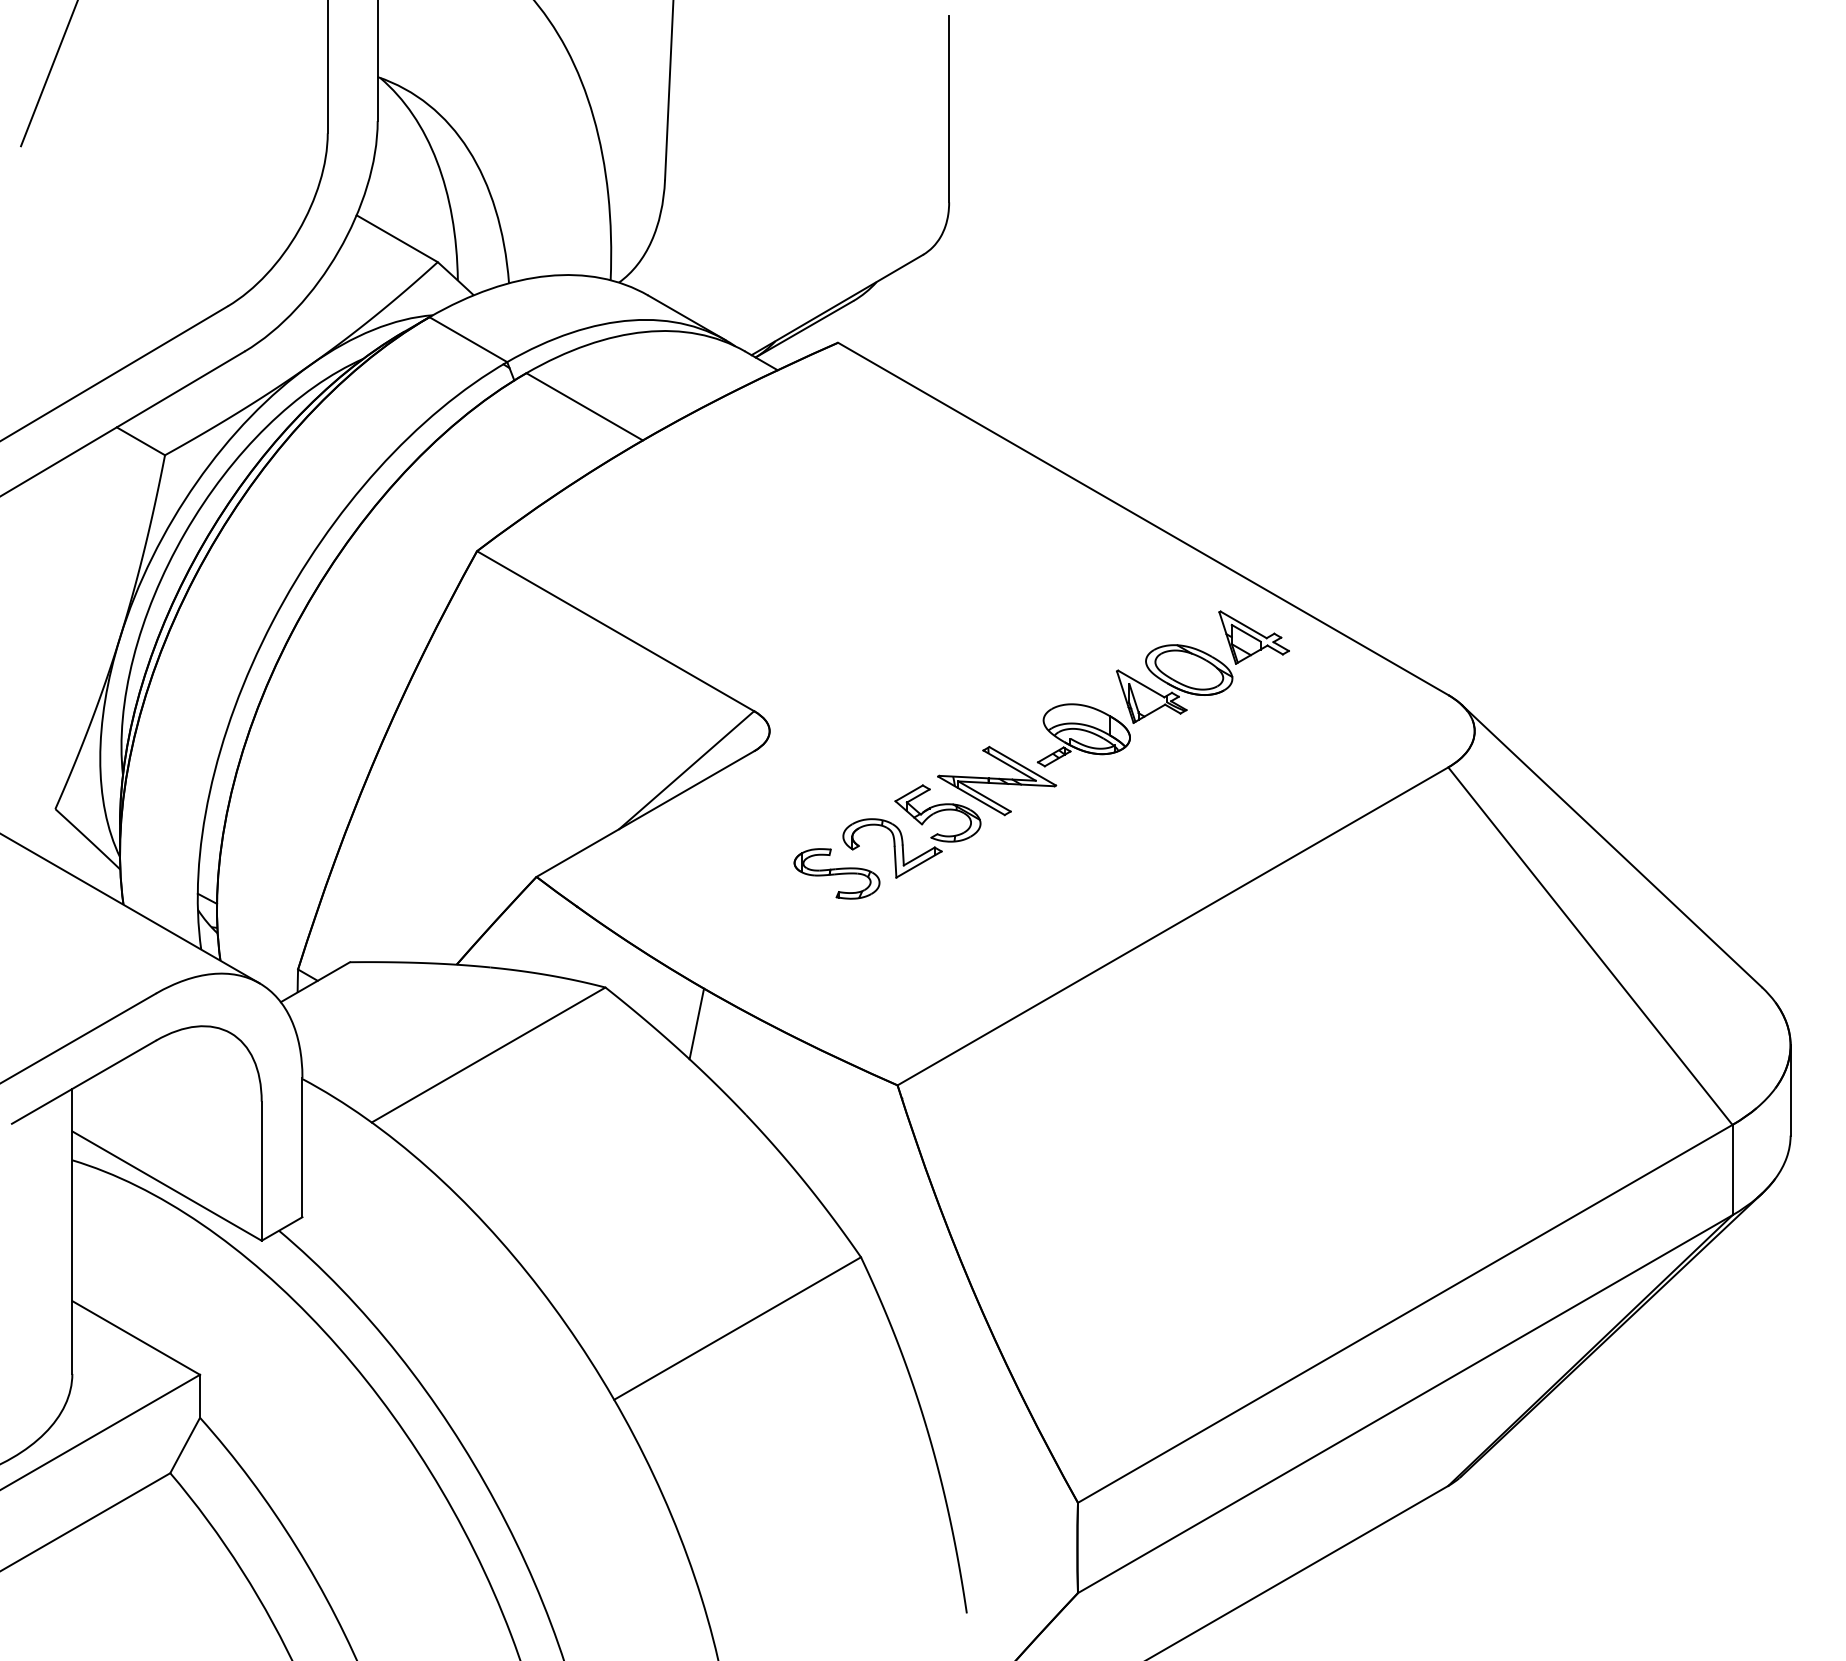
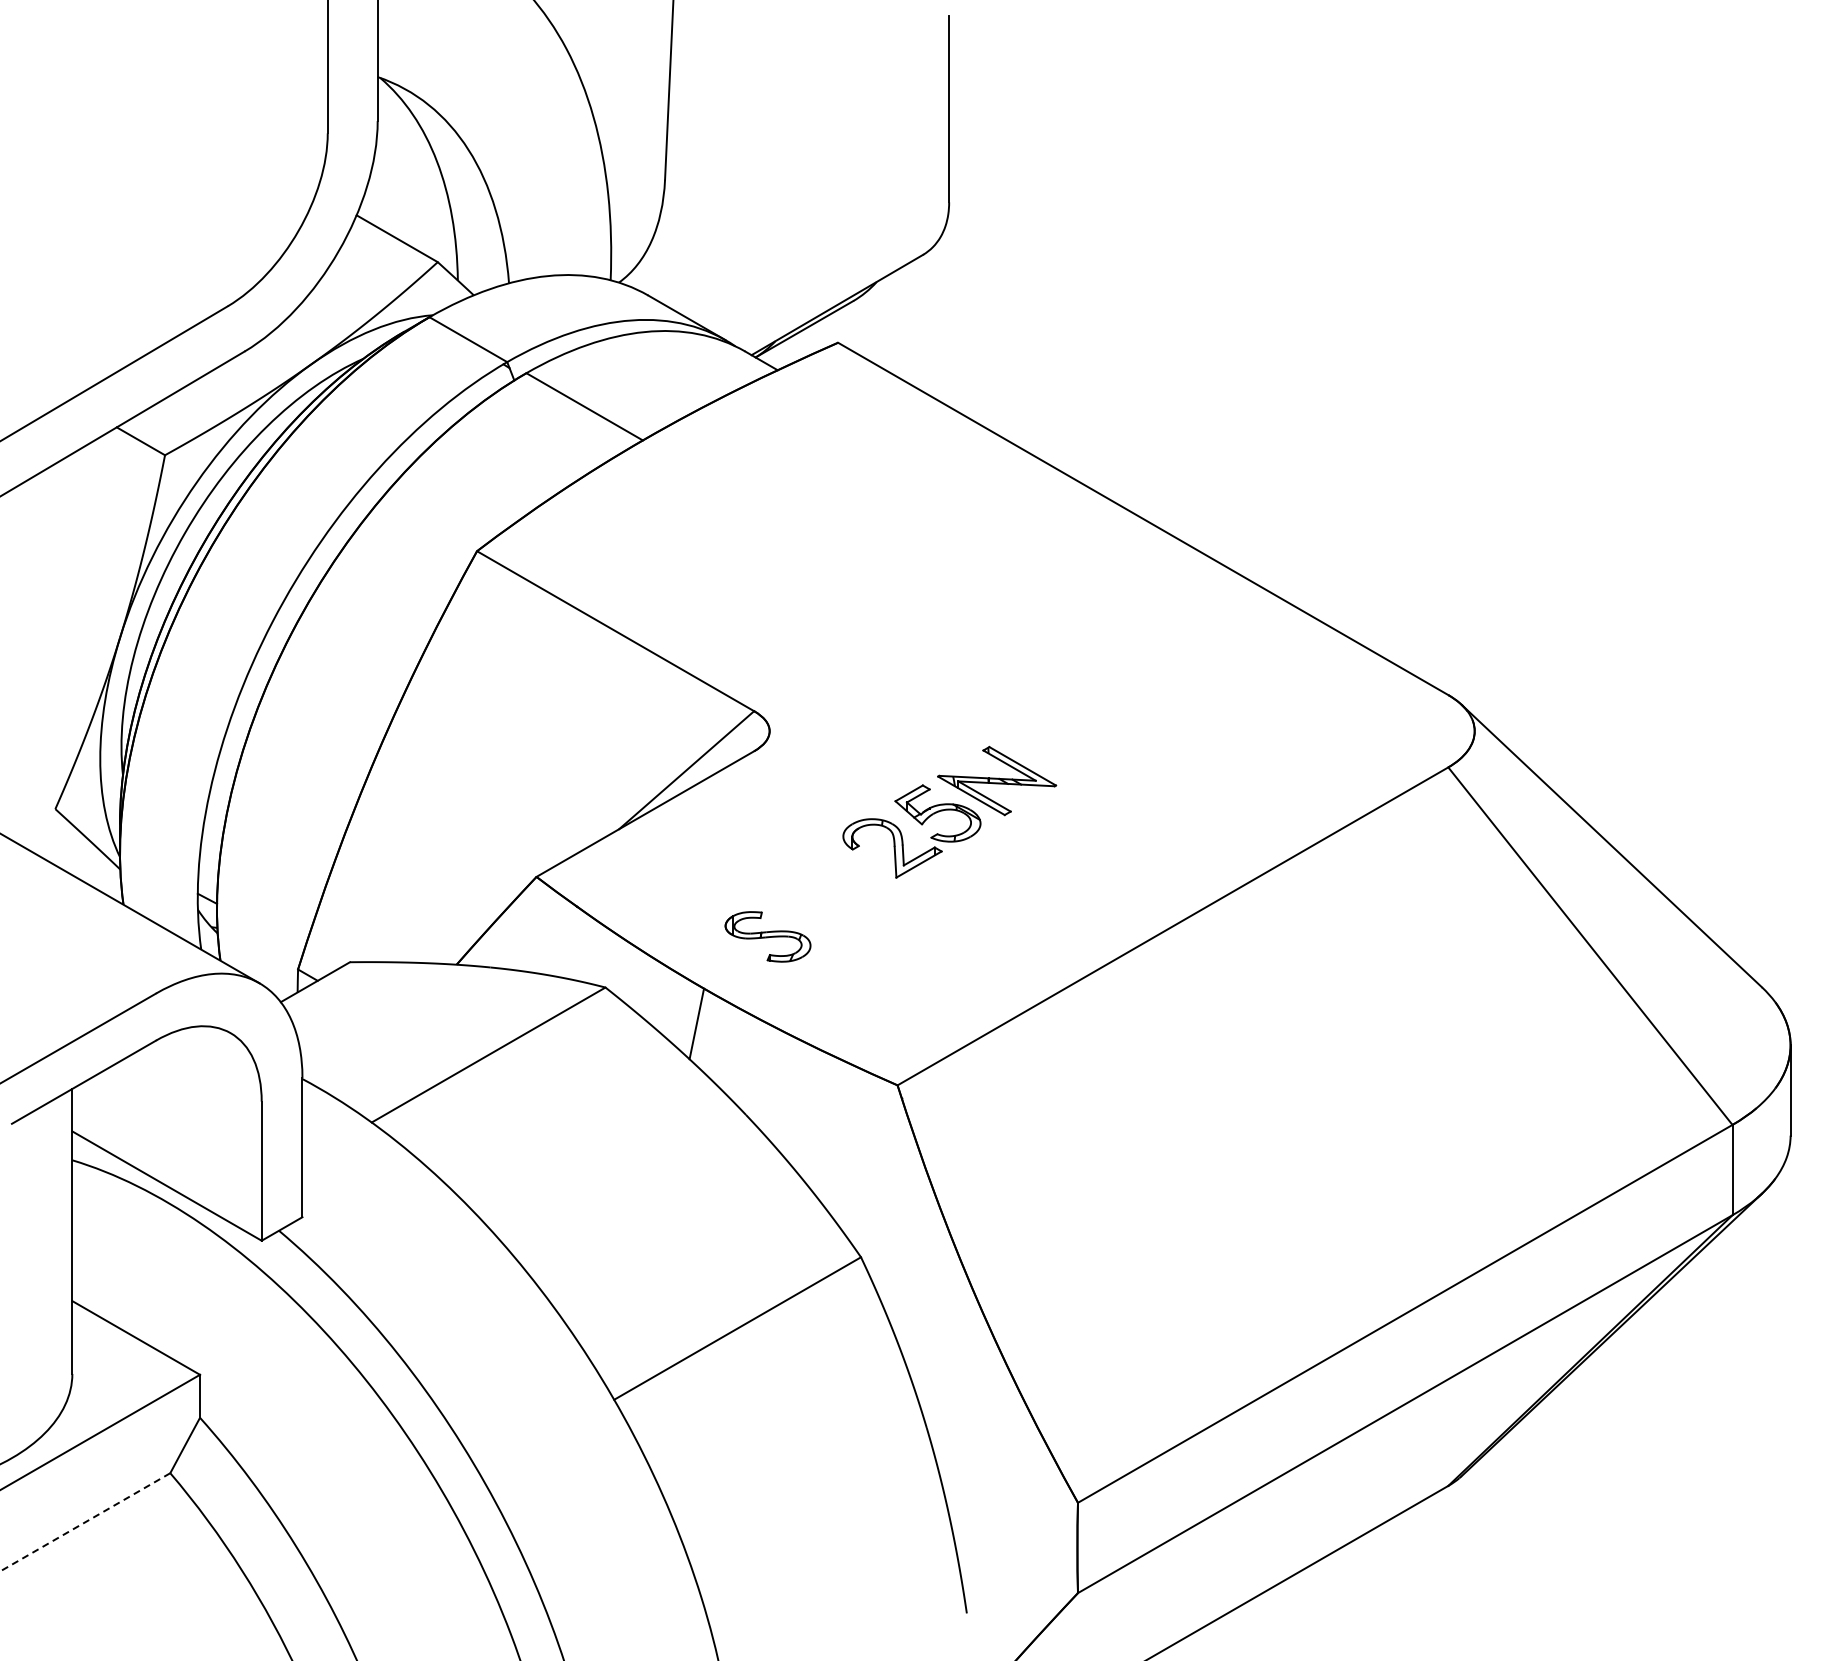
line at (49, 74): present -> none
part at (1162, 688): present -> none
part at (836, 873) position: (836, 873) -> (767, 936)
line at (85, 1522): solid -> dashed
